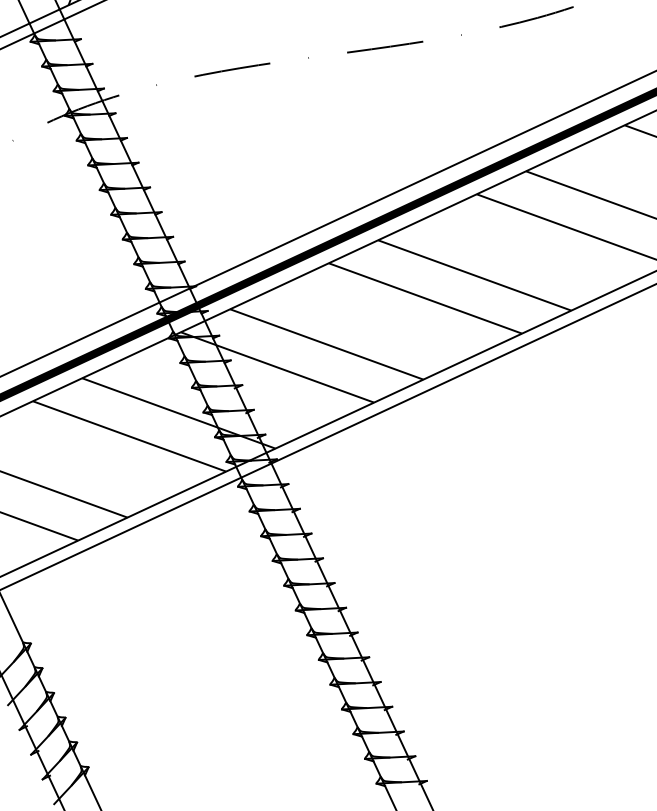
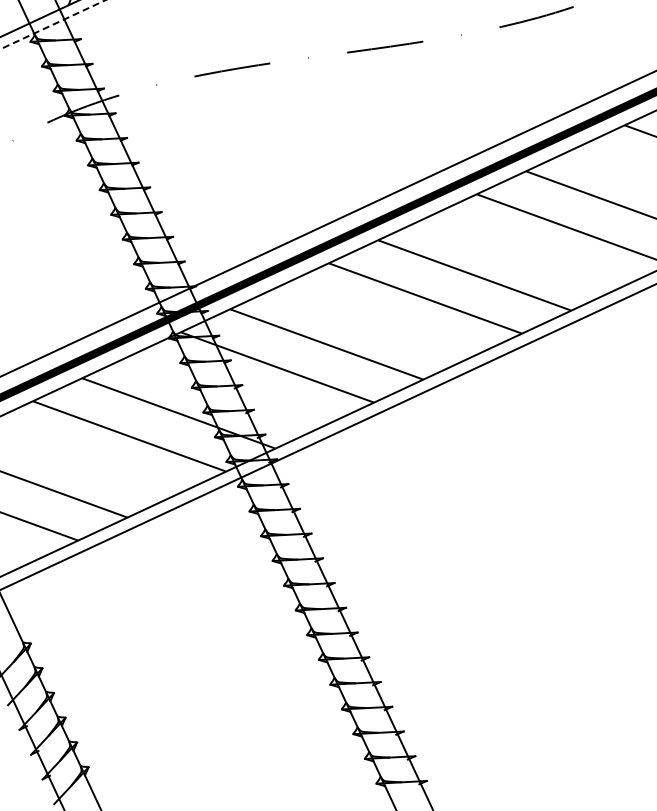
line at (52, 24): solid -> dashed
